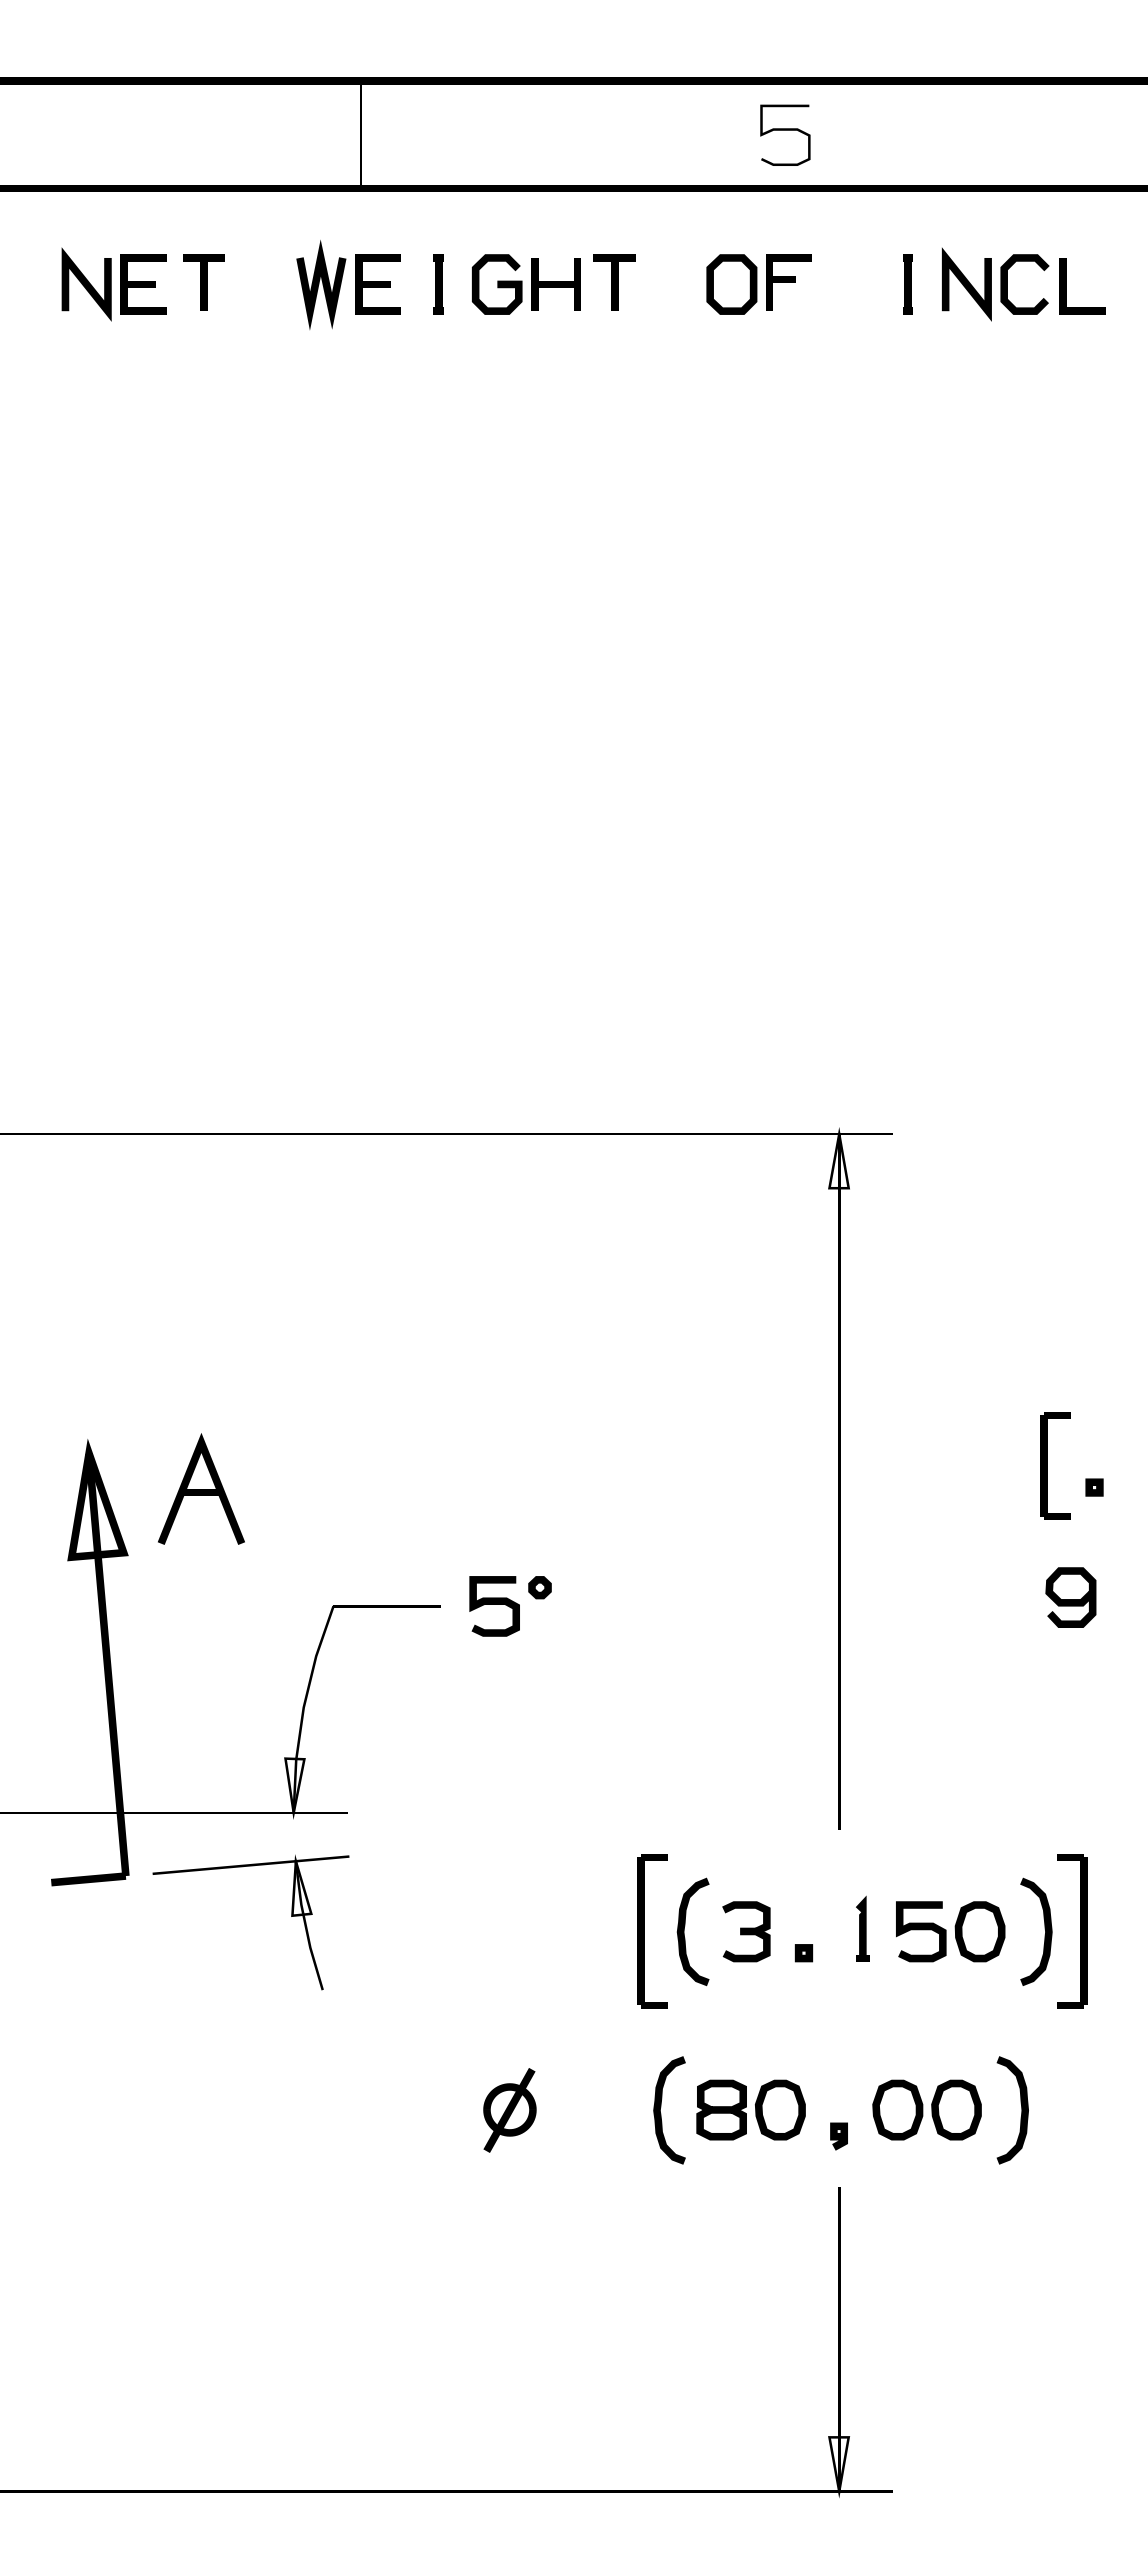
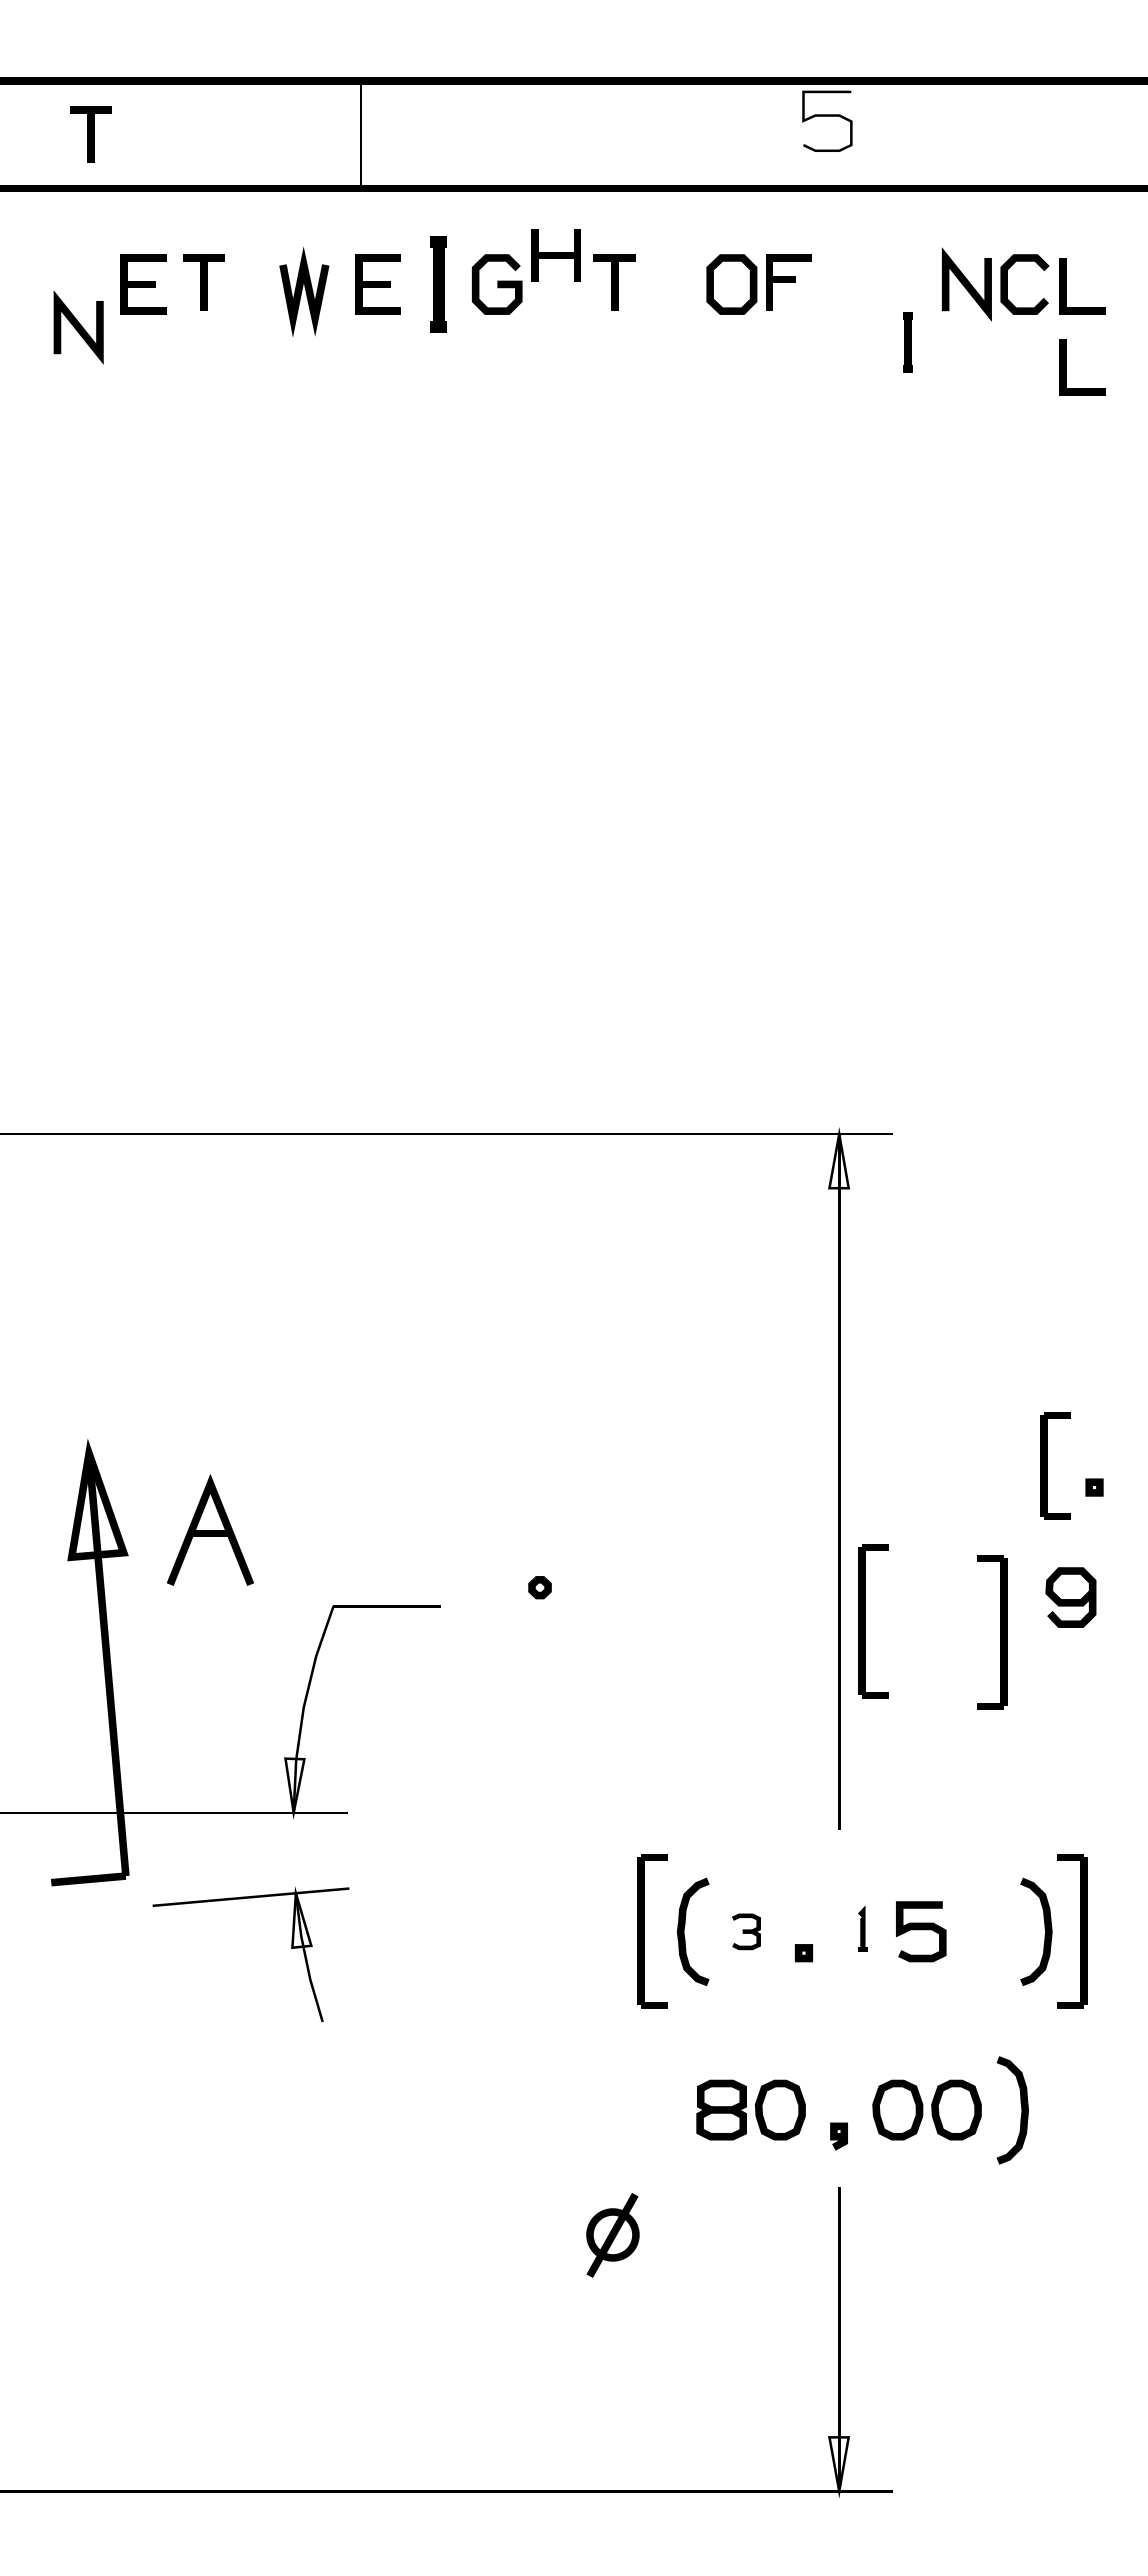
curve at (785, 130) position: (785, 130) -> (827, 116)
part at (90, 134): none -> present
line at (86, 284) position: (86, 284) -> (78, 327)
line at (322, 284) position: (322, 284) -> (305, 291)
part at (438, 284) size: 11x61 px -> 17x97 px
part at (555, 284) position: (555, 284) -> (555, 255)
part at (907, 284) position: (907, 284) -> (907, 342)
line at (1066, 367): none -> present
part at (201, 1488) position: (201, 1488) -> (210, 1529)
curve at (494, 1604): present -> none
part at (865, 1621): none -> present
part at (1000, 1632): none -> present
part at (291, 1916) position: (291, 1916) -> (291, 1948)
part at (862, 1928) size: 14x67 px -> 10x47 px
part at (746, 1931) size: 49x62 px -> 29x38 px
part at (979, 1931): present -> none
curve at (661, 2107): present -> none
part at (509, 2110) position: (509, 2110) -> (612, 2235)
